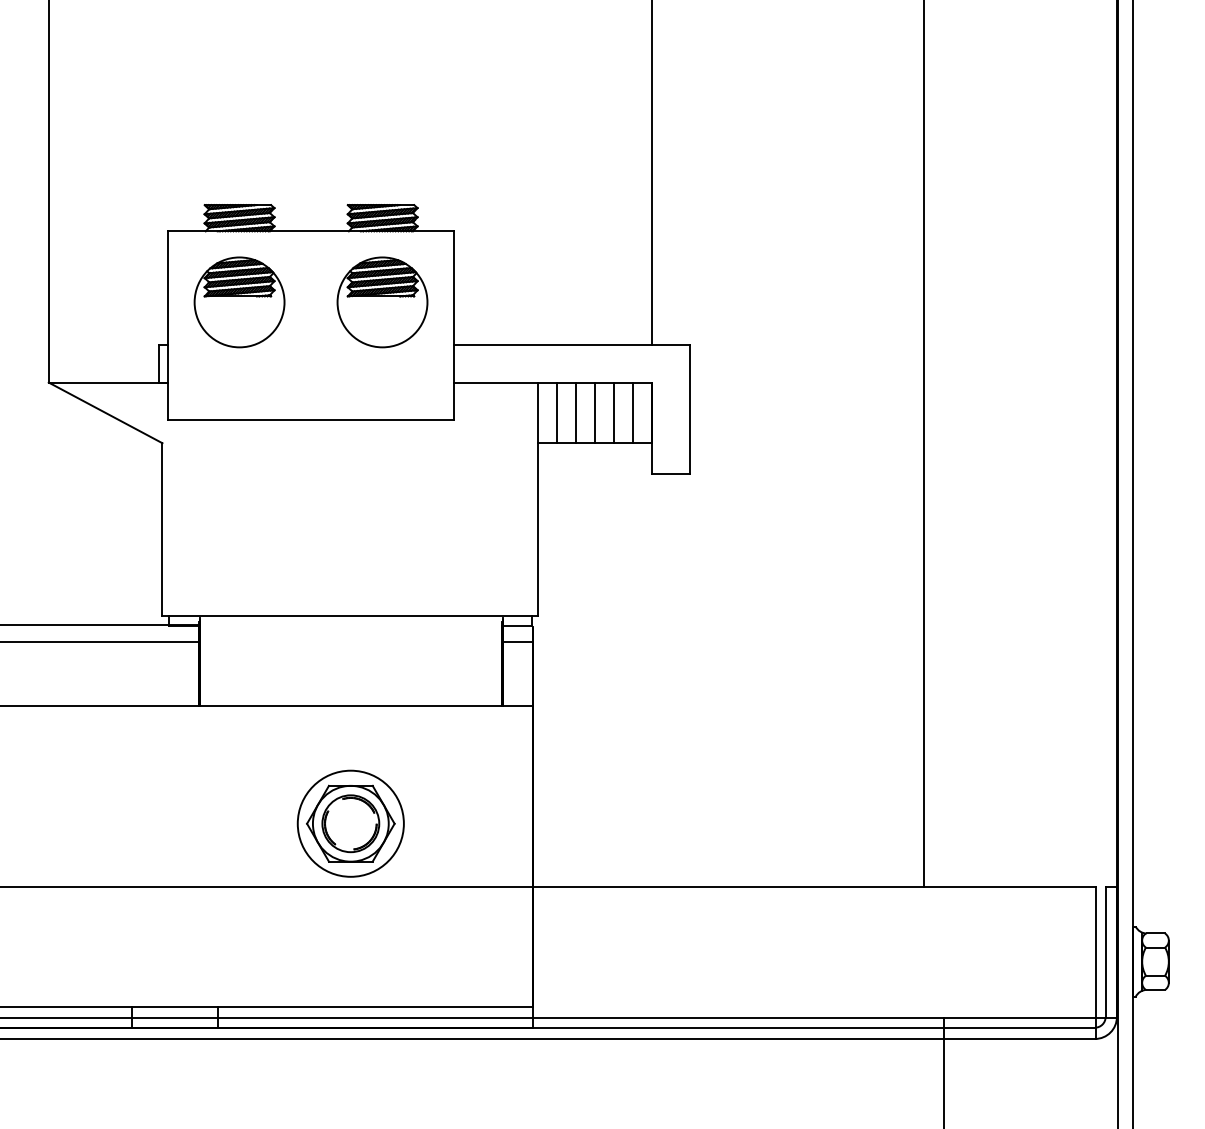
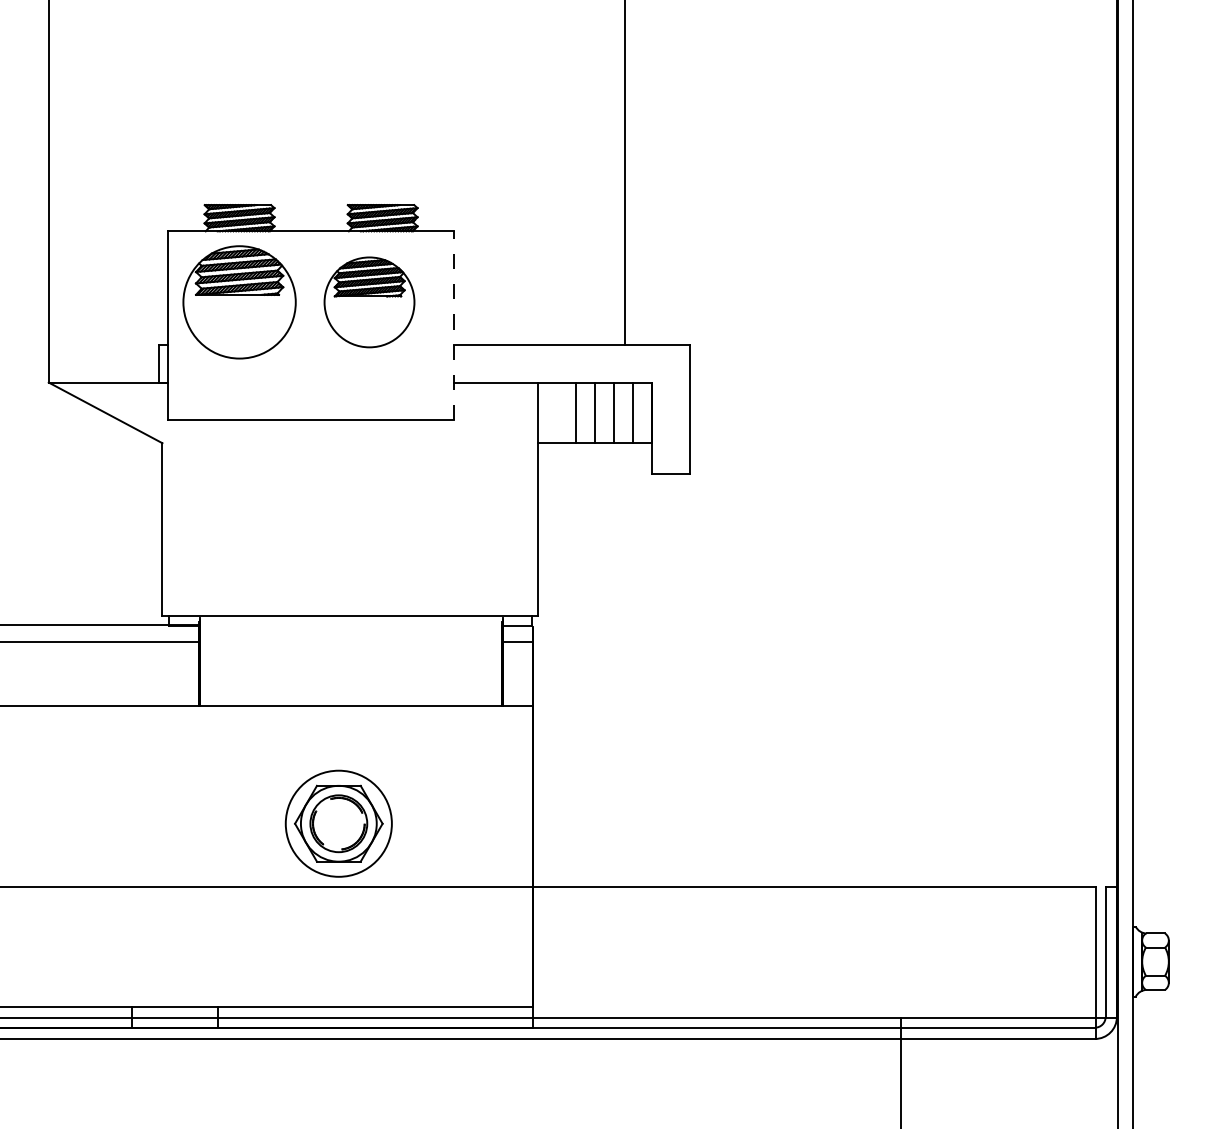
line at (652, 173) position: (652, 173) -> (625, 173)
part at (239, 302) size: 93x93 px -> 115x115 px
part at (382, 302) position: (382, 302) -> (369, 302)
line at (454, 325): solid -> dashed
line at (557, 412): present -> none
line at (924, 444): present -> none
part at (350, 823) position: (350, 823) -> (338, 823)
line at (943, 1071) position: (943, 1071) -> (900, 1071)
